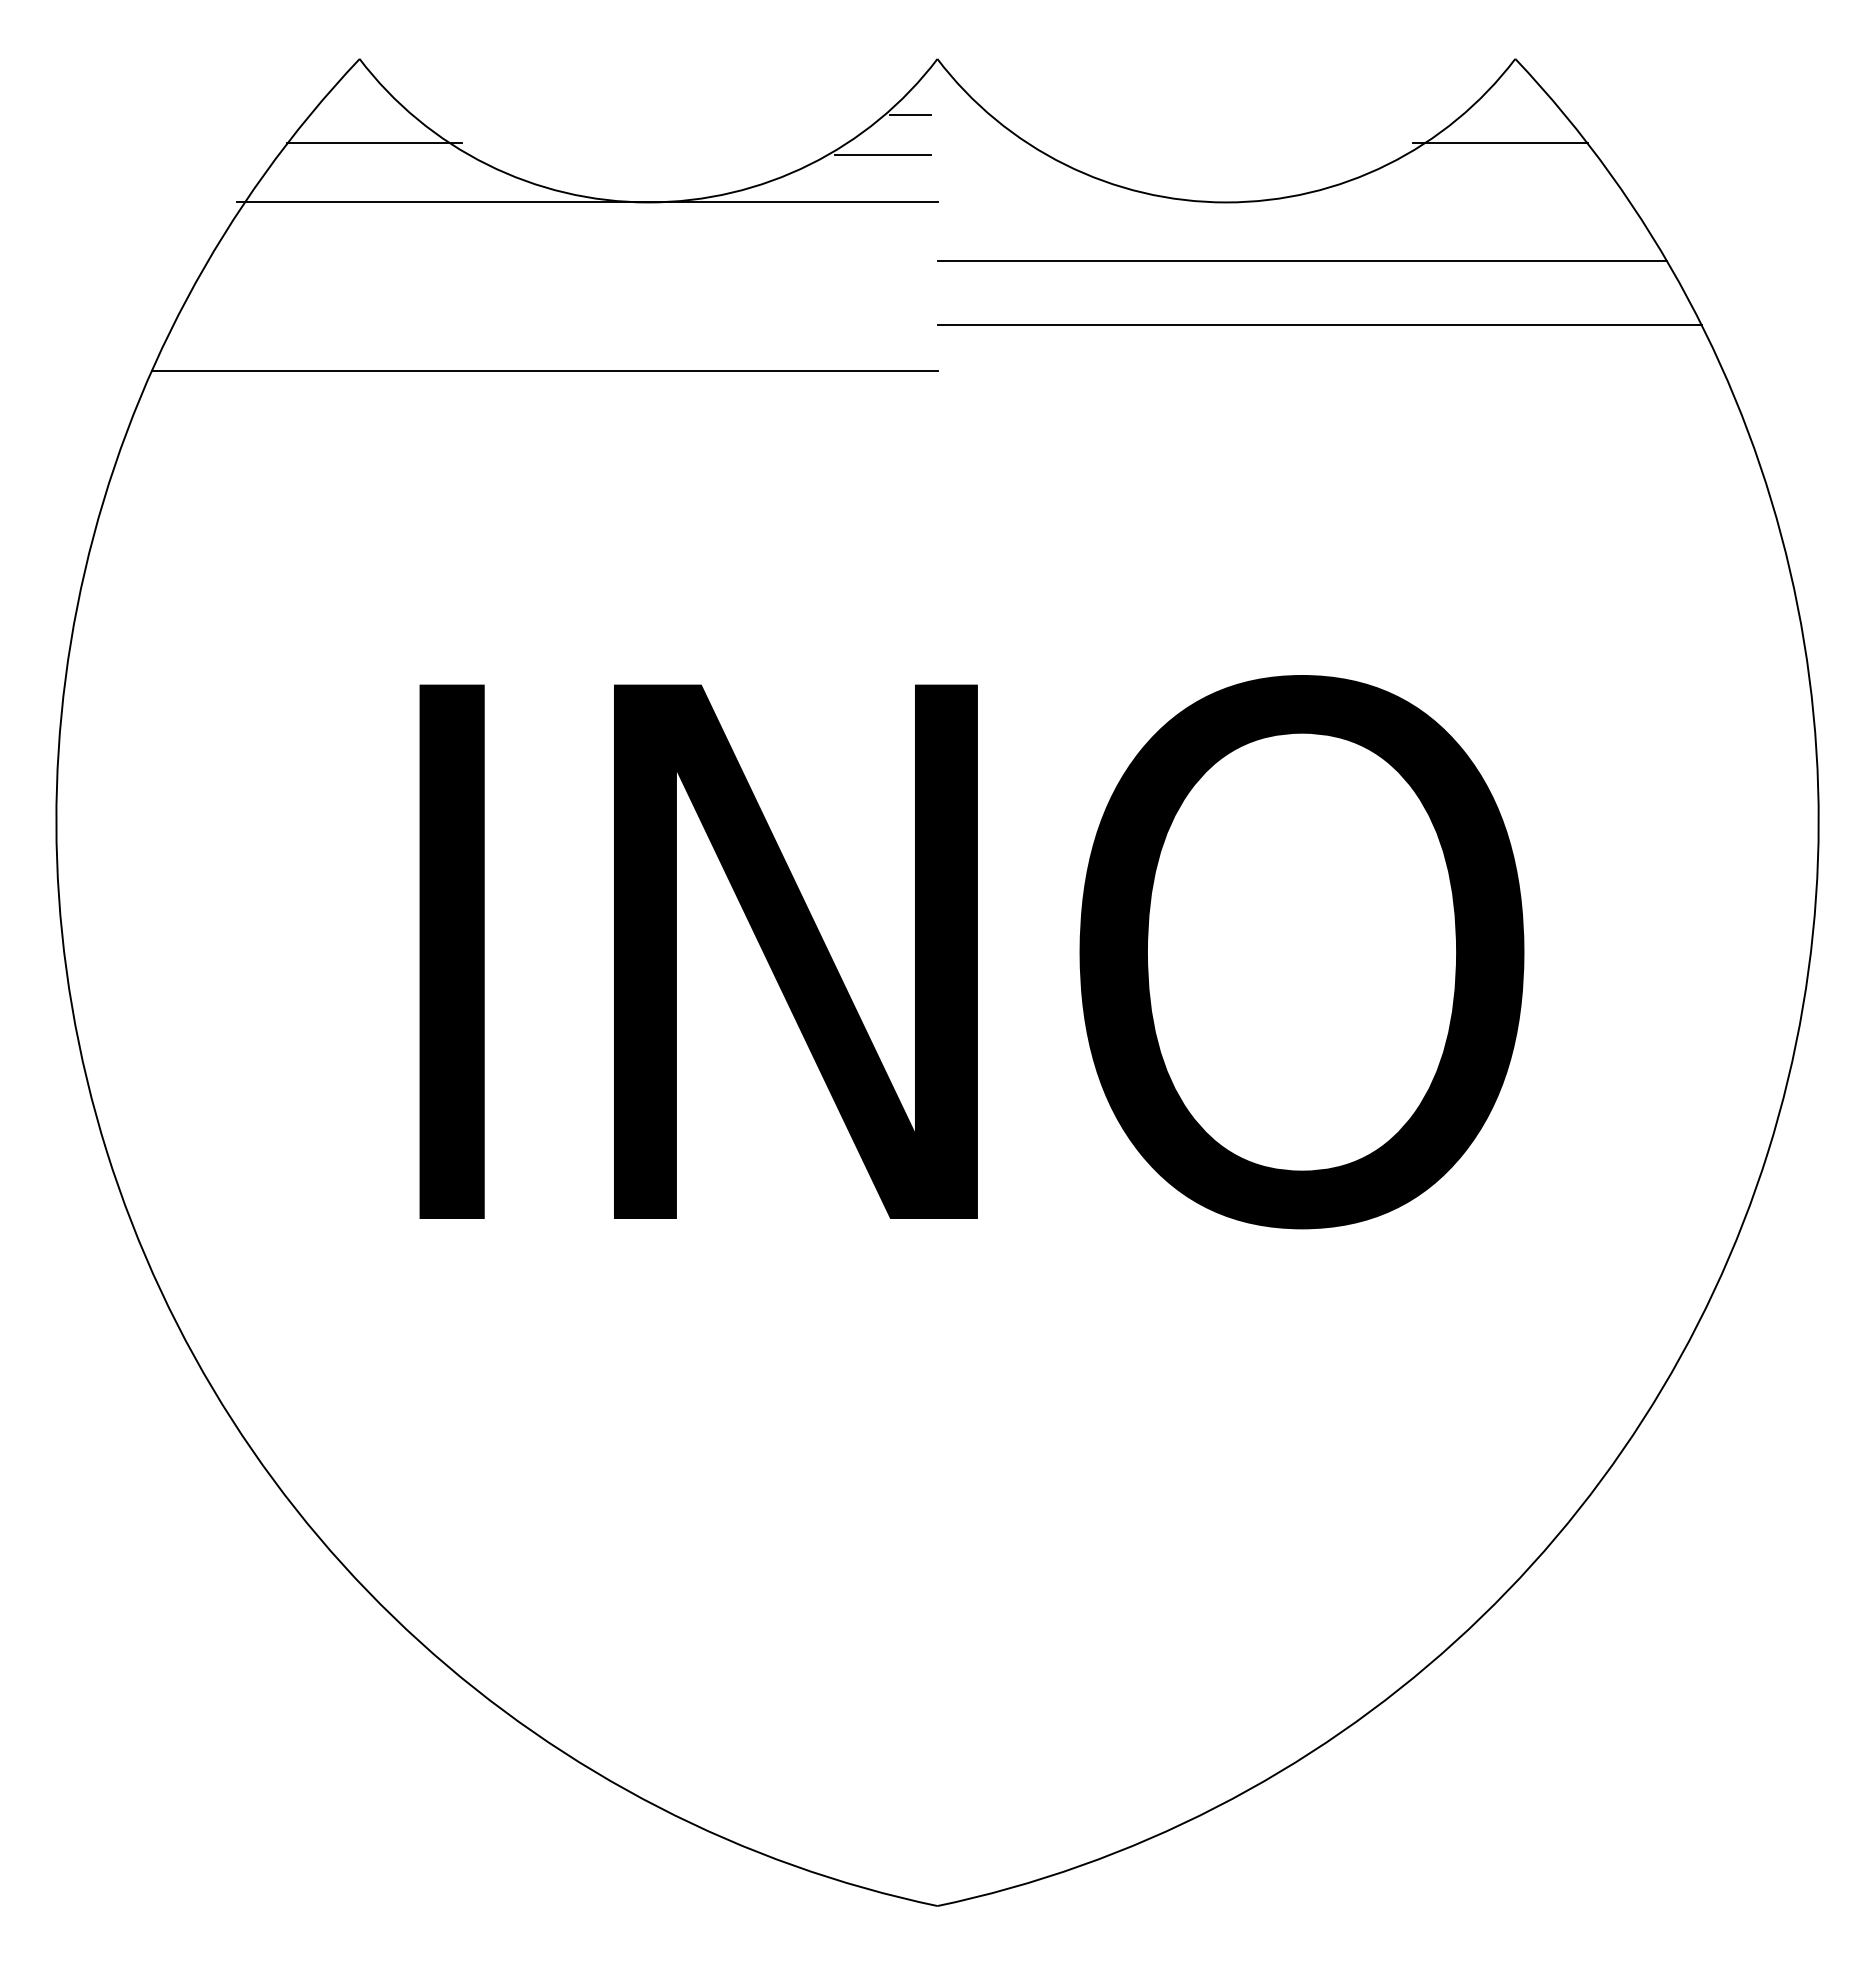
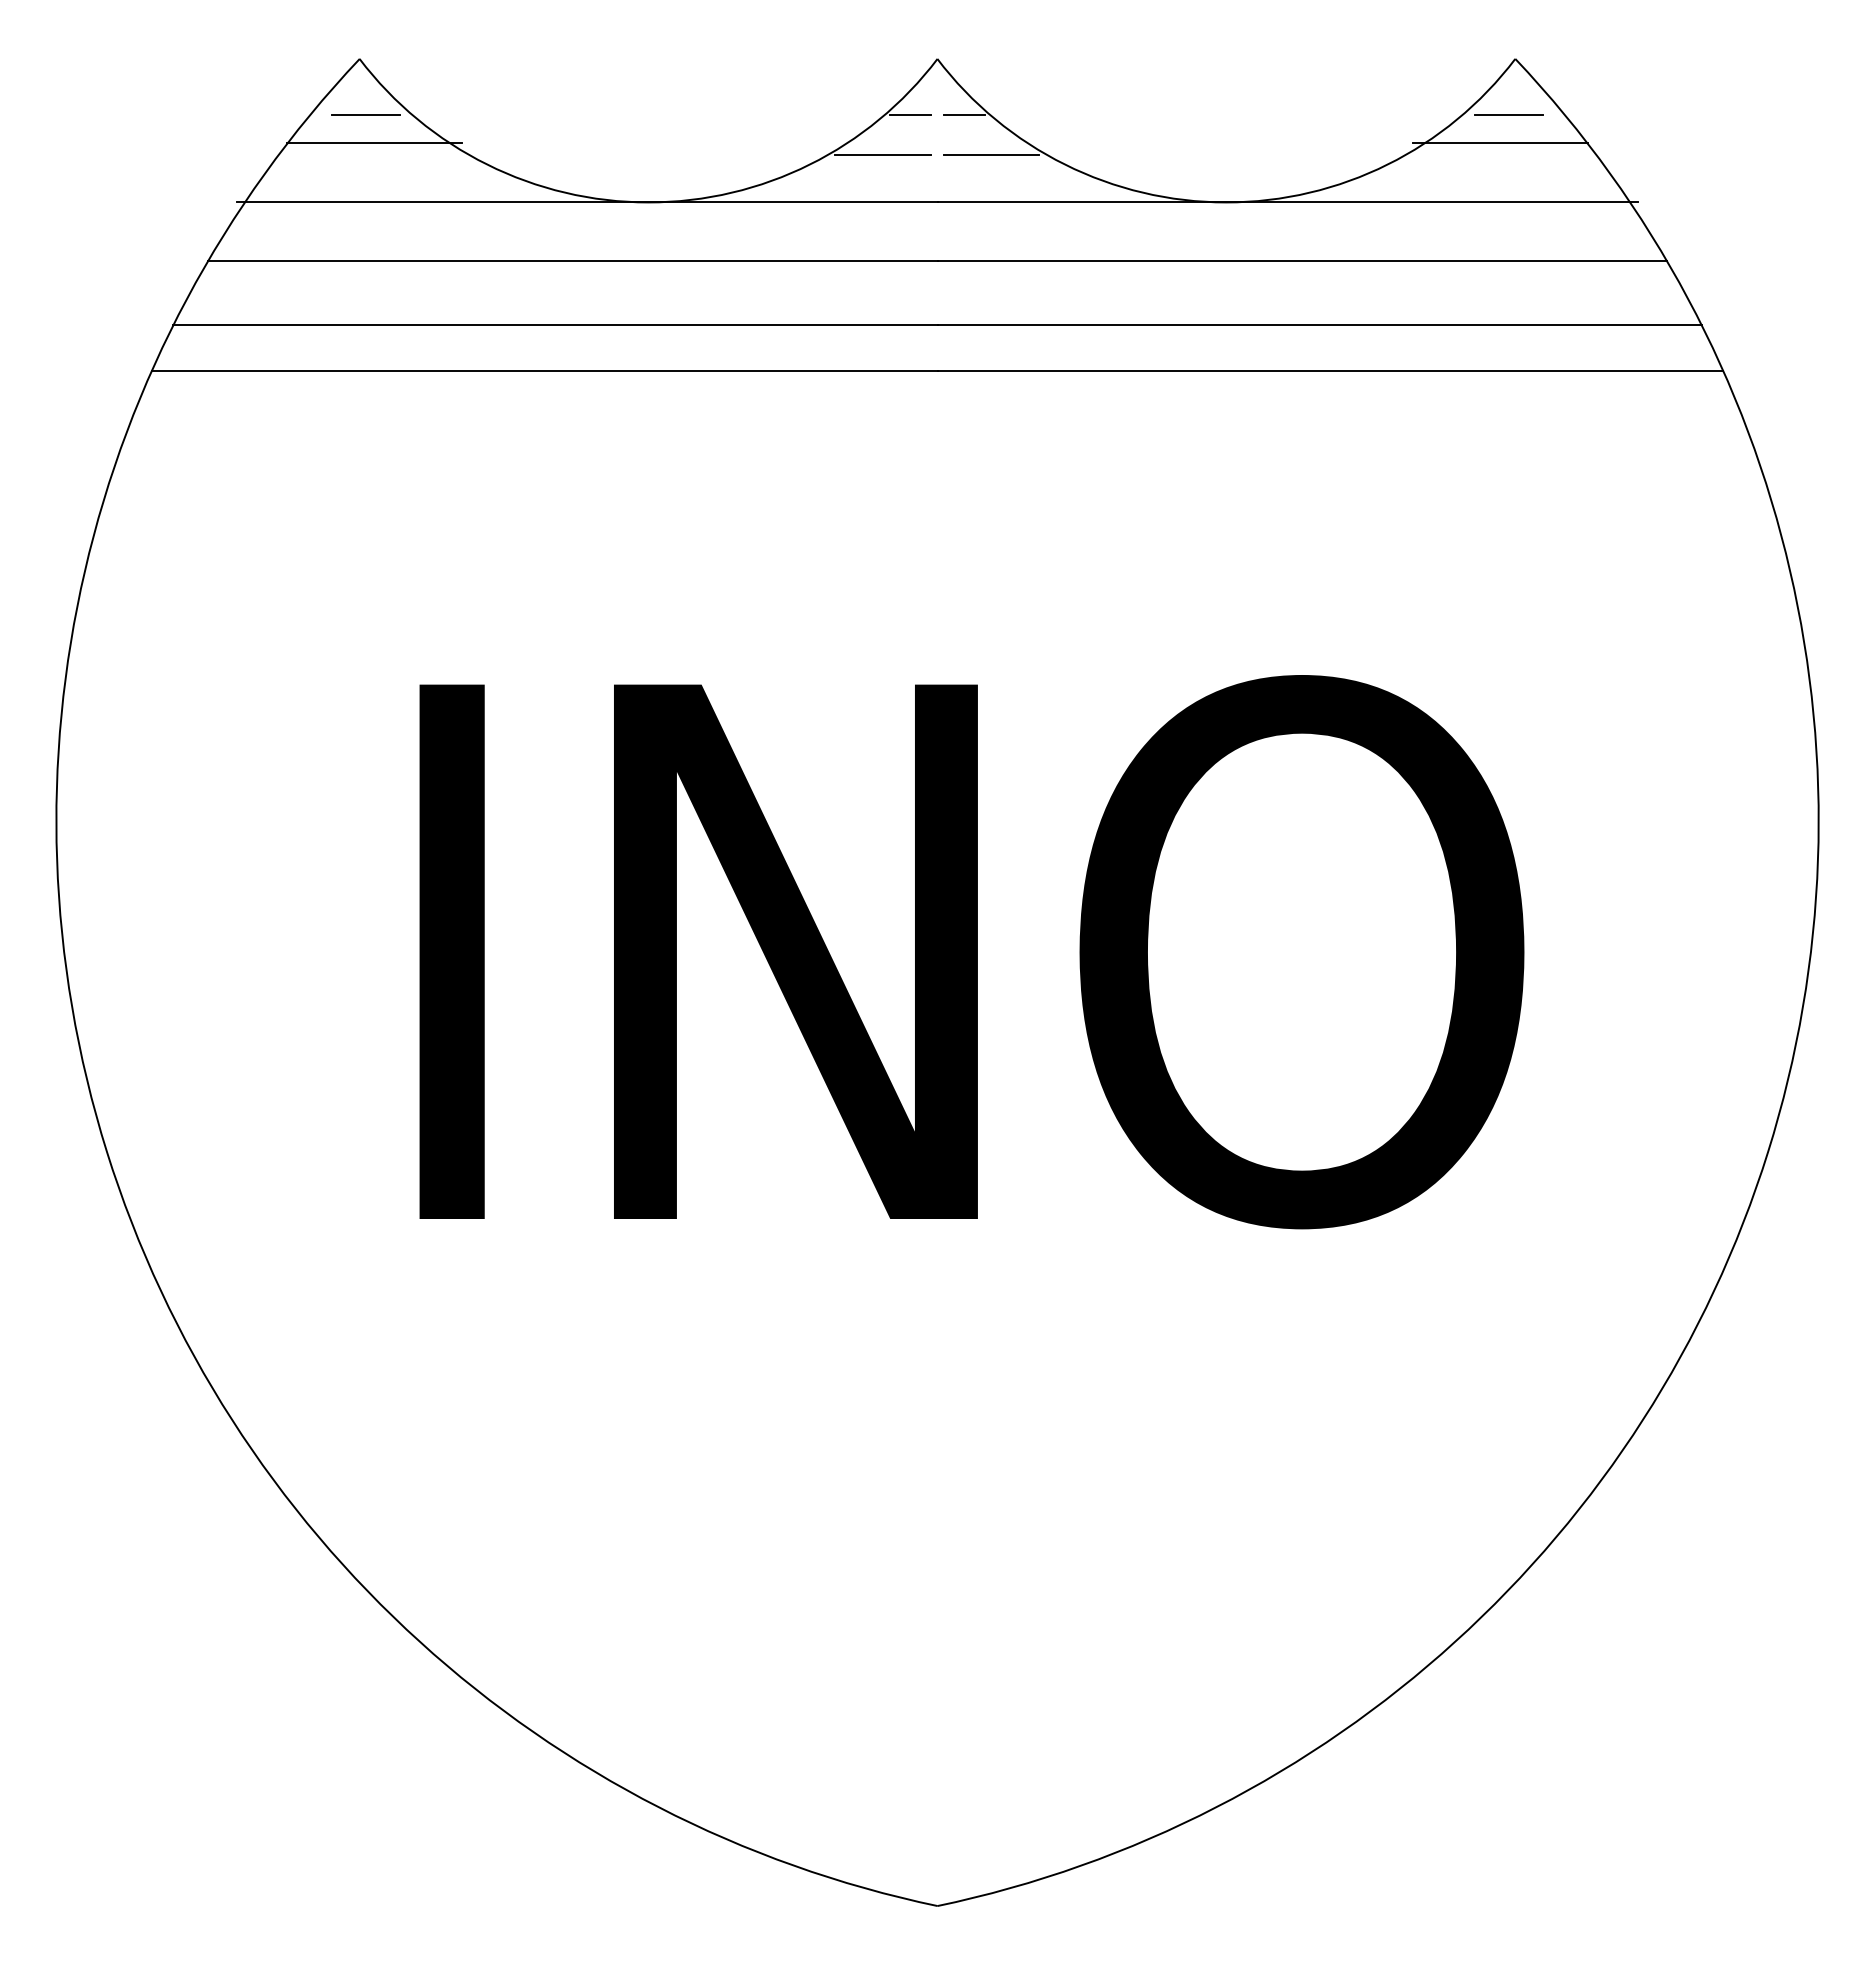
line at (366, 114): none -> present
line at (964, 114): none -> present
line at (1508, 114): none -> present
line at (991, 154): none -> present
line at (1287, 202): none -> present
line at (572, 260): none -> present
line at (555, 324): none -> present
line at (1330, 370): none -> present
